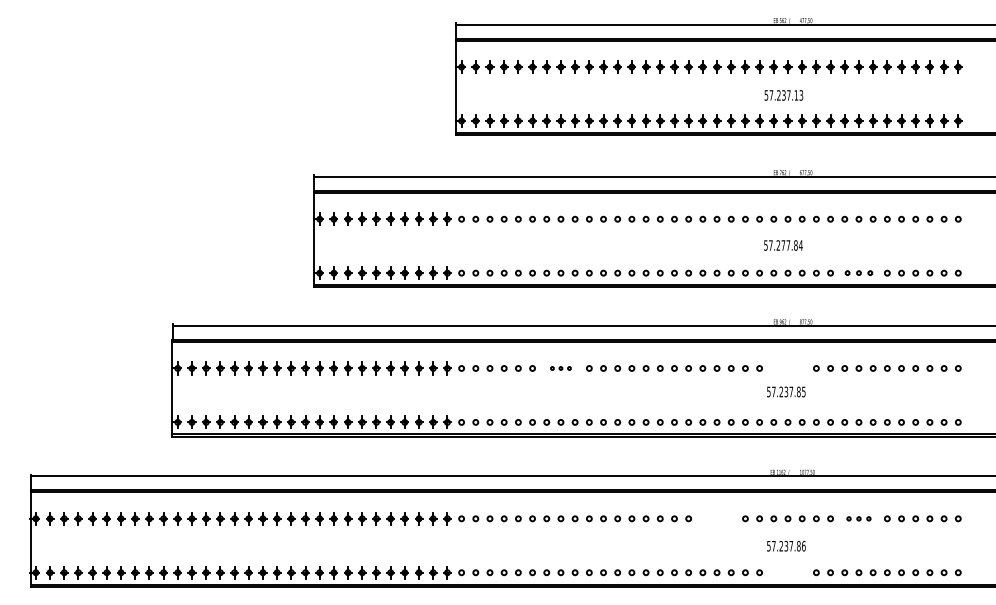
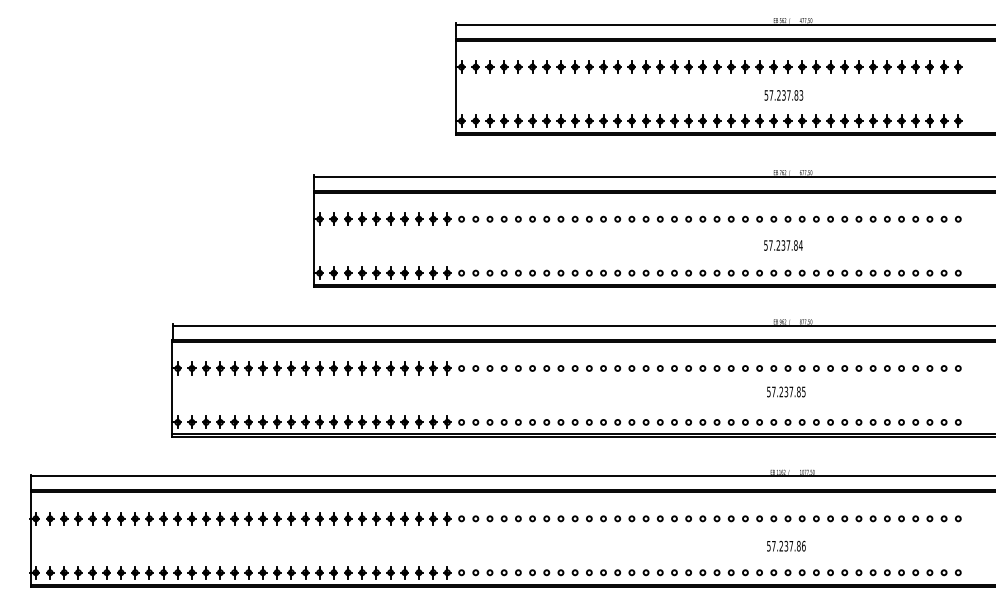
text at (796, 95): 57.237.13 -> 57.237.83
text at (783, 245): 57.277.84 -> 57.237.84
part at (858, 272) size: 30x6 px -> 36x8 px
part at (560, 368) size: 22x5 px -> 36x7 px
part at (787, 368): none -> present
part at (716, 518): none -> present
part at (858, 518) size: 26x6 px -> 36x8 px
part at (787, 572): none -> present
